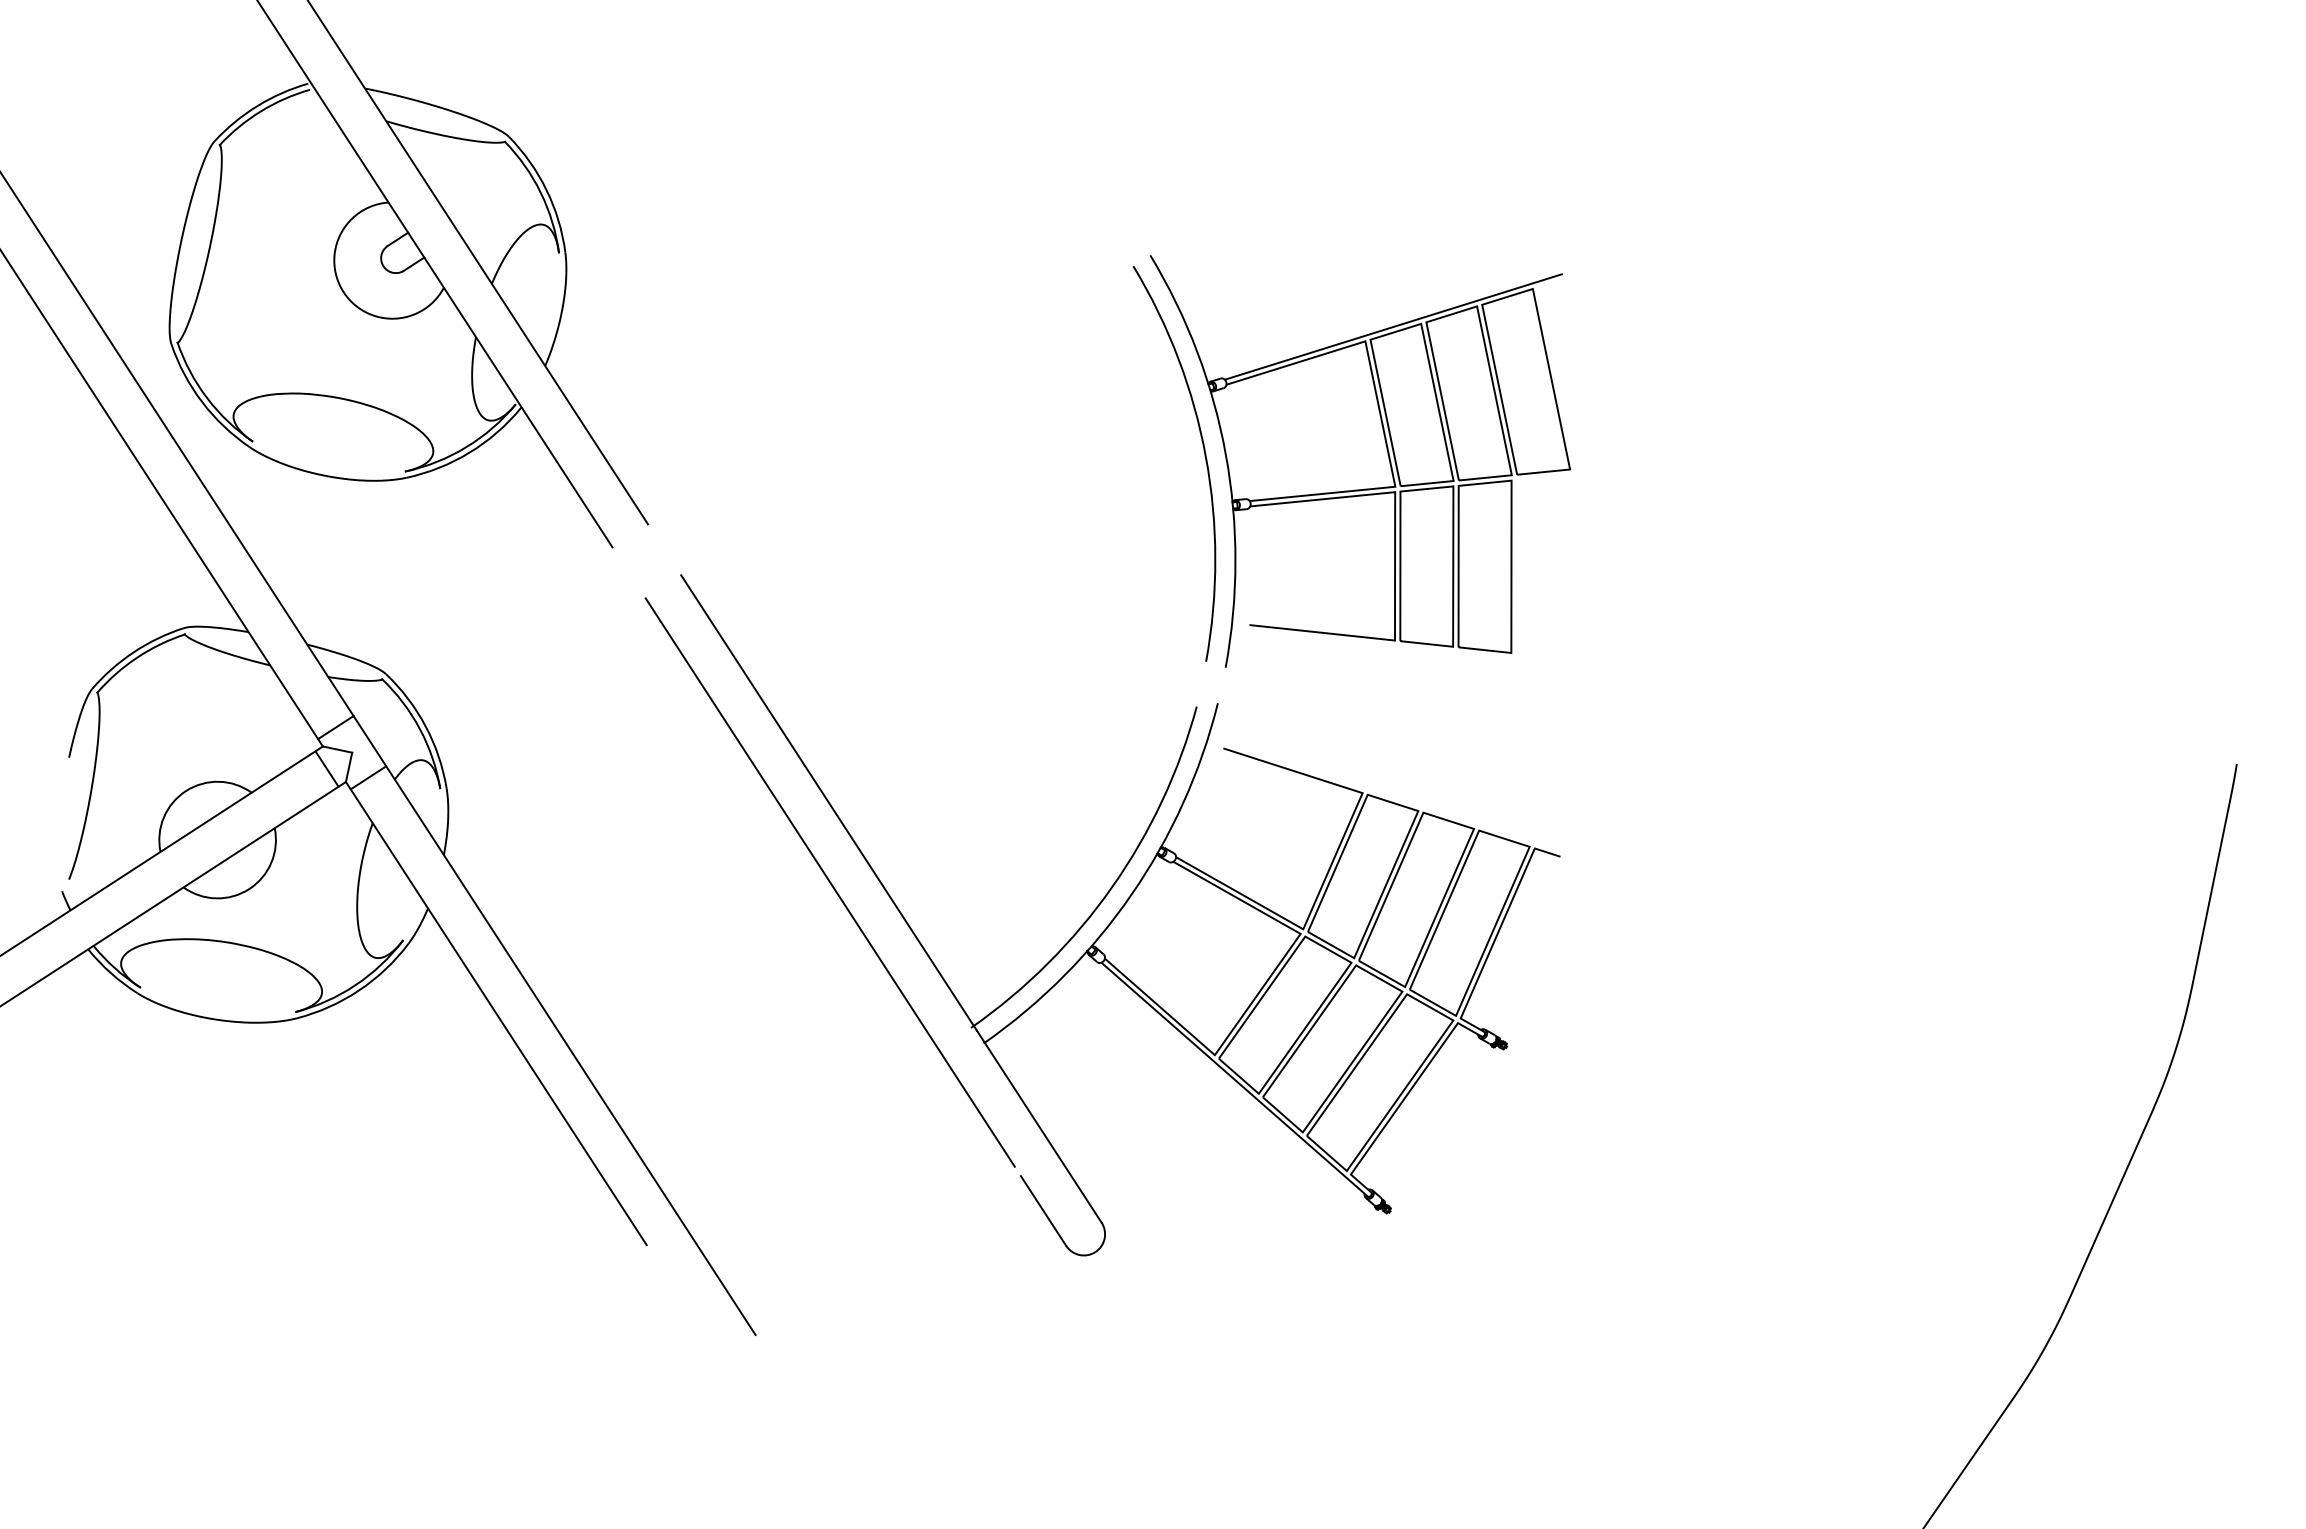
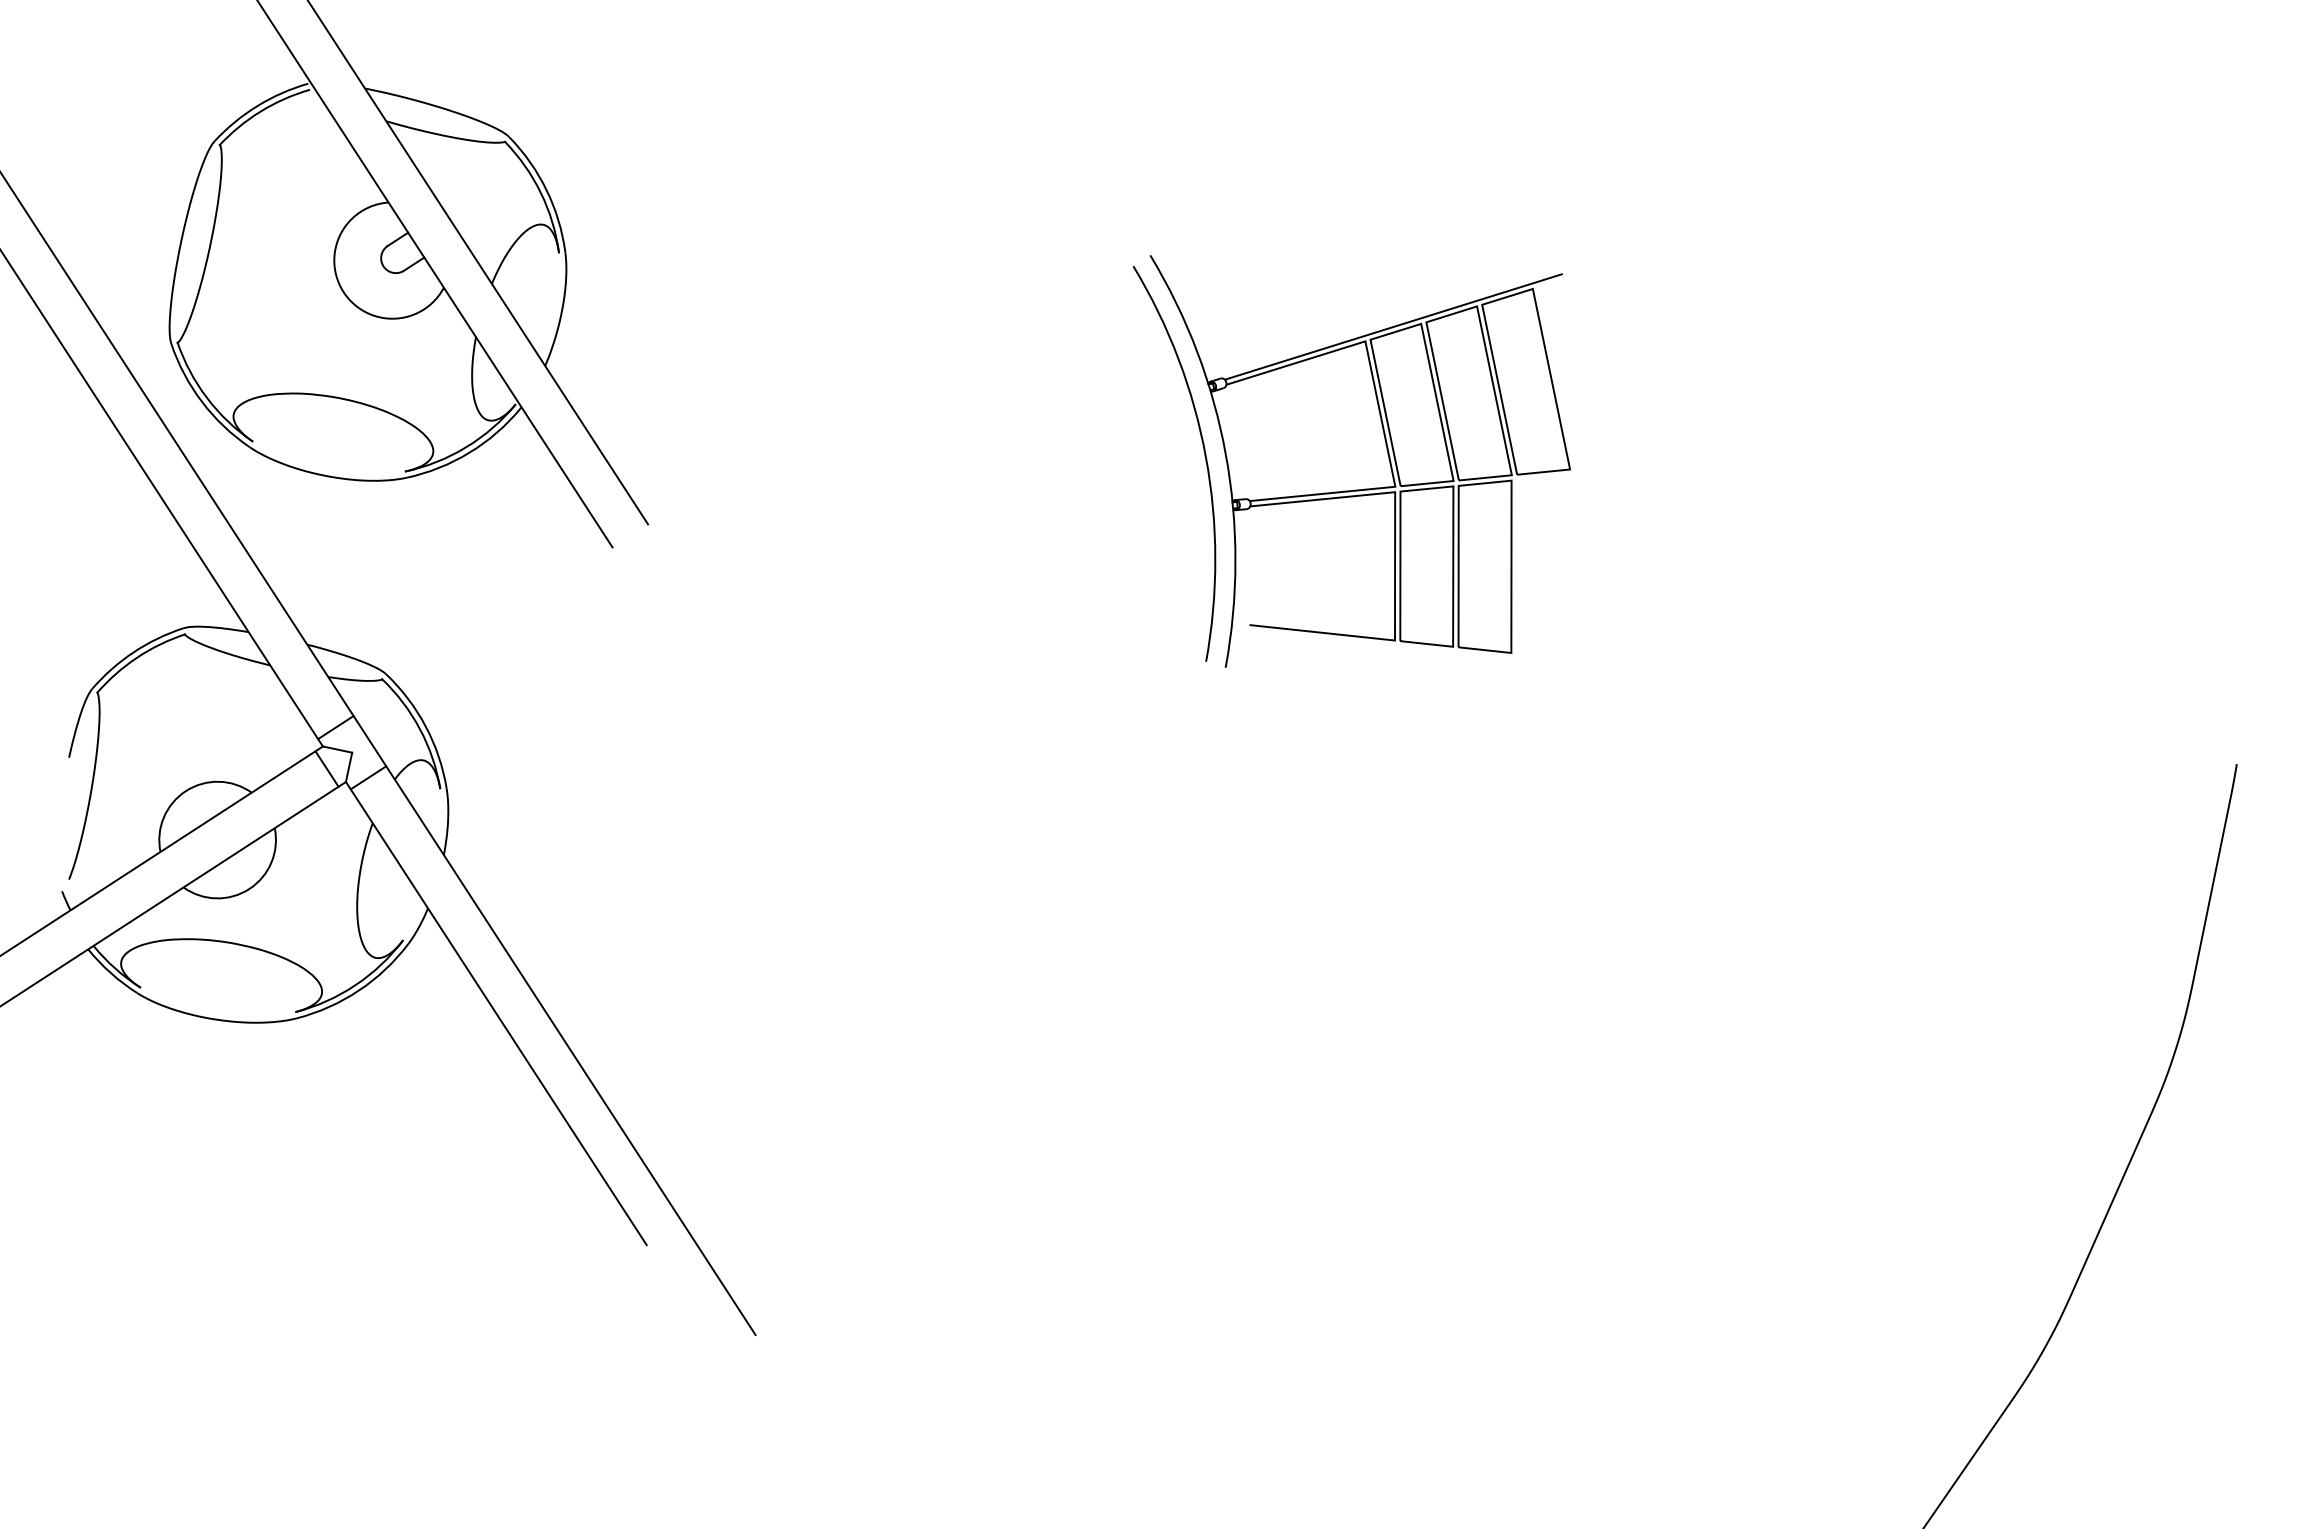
part at (1095, 911): present -> none
